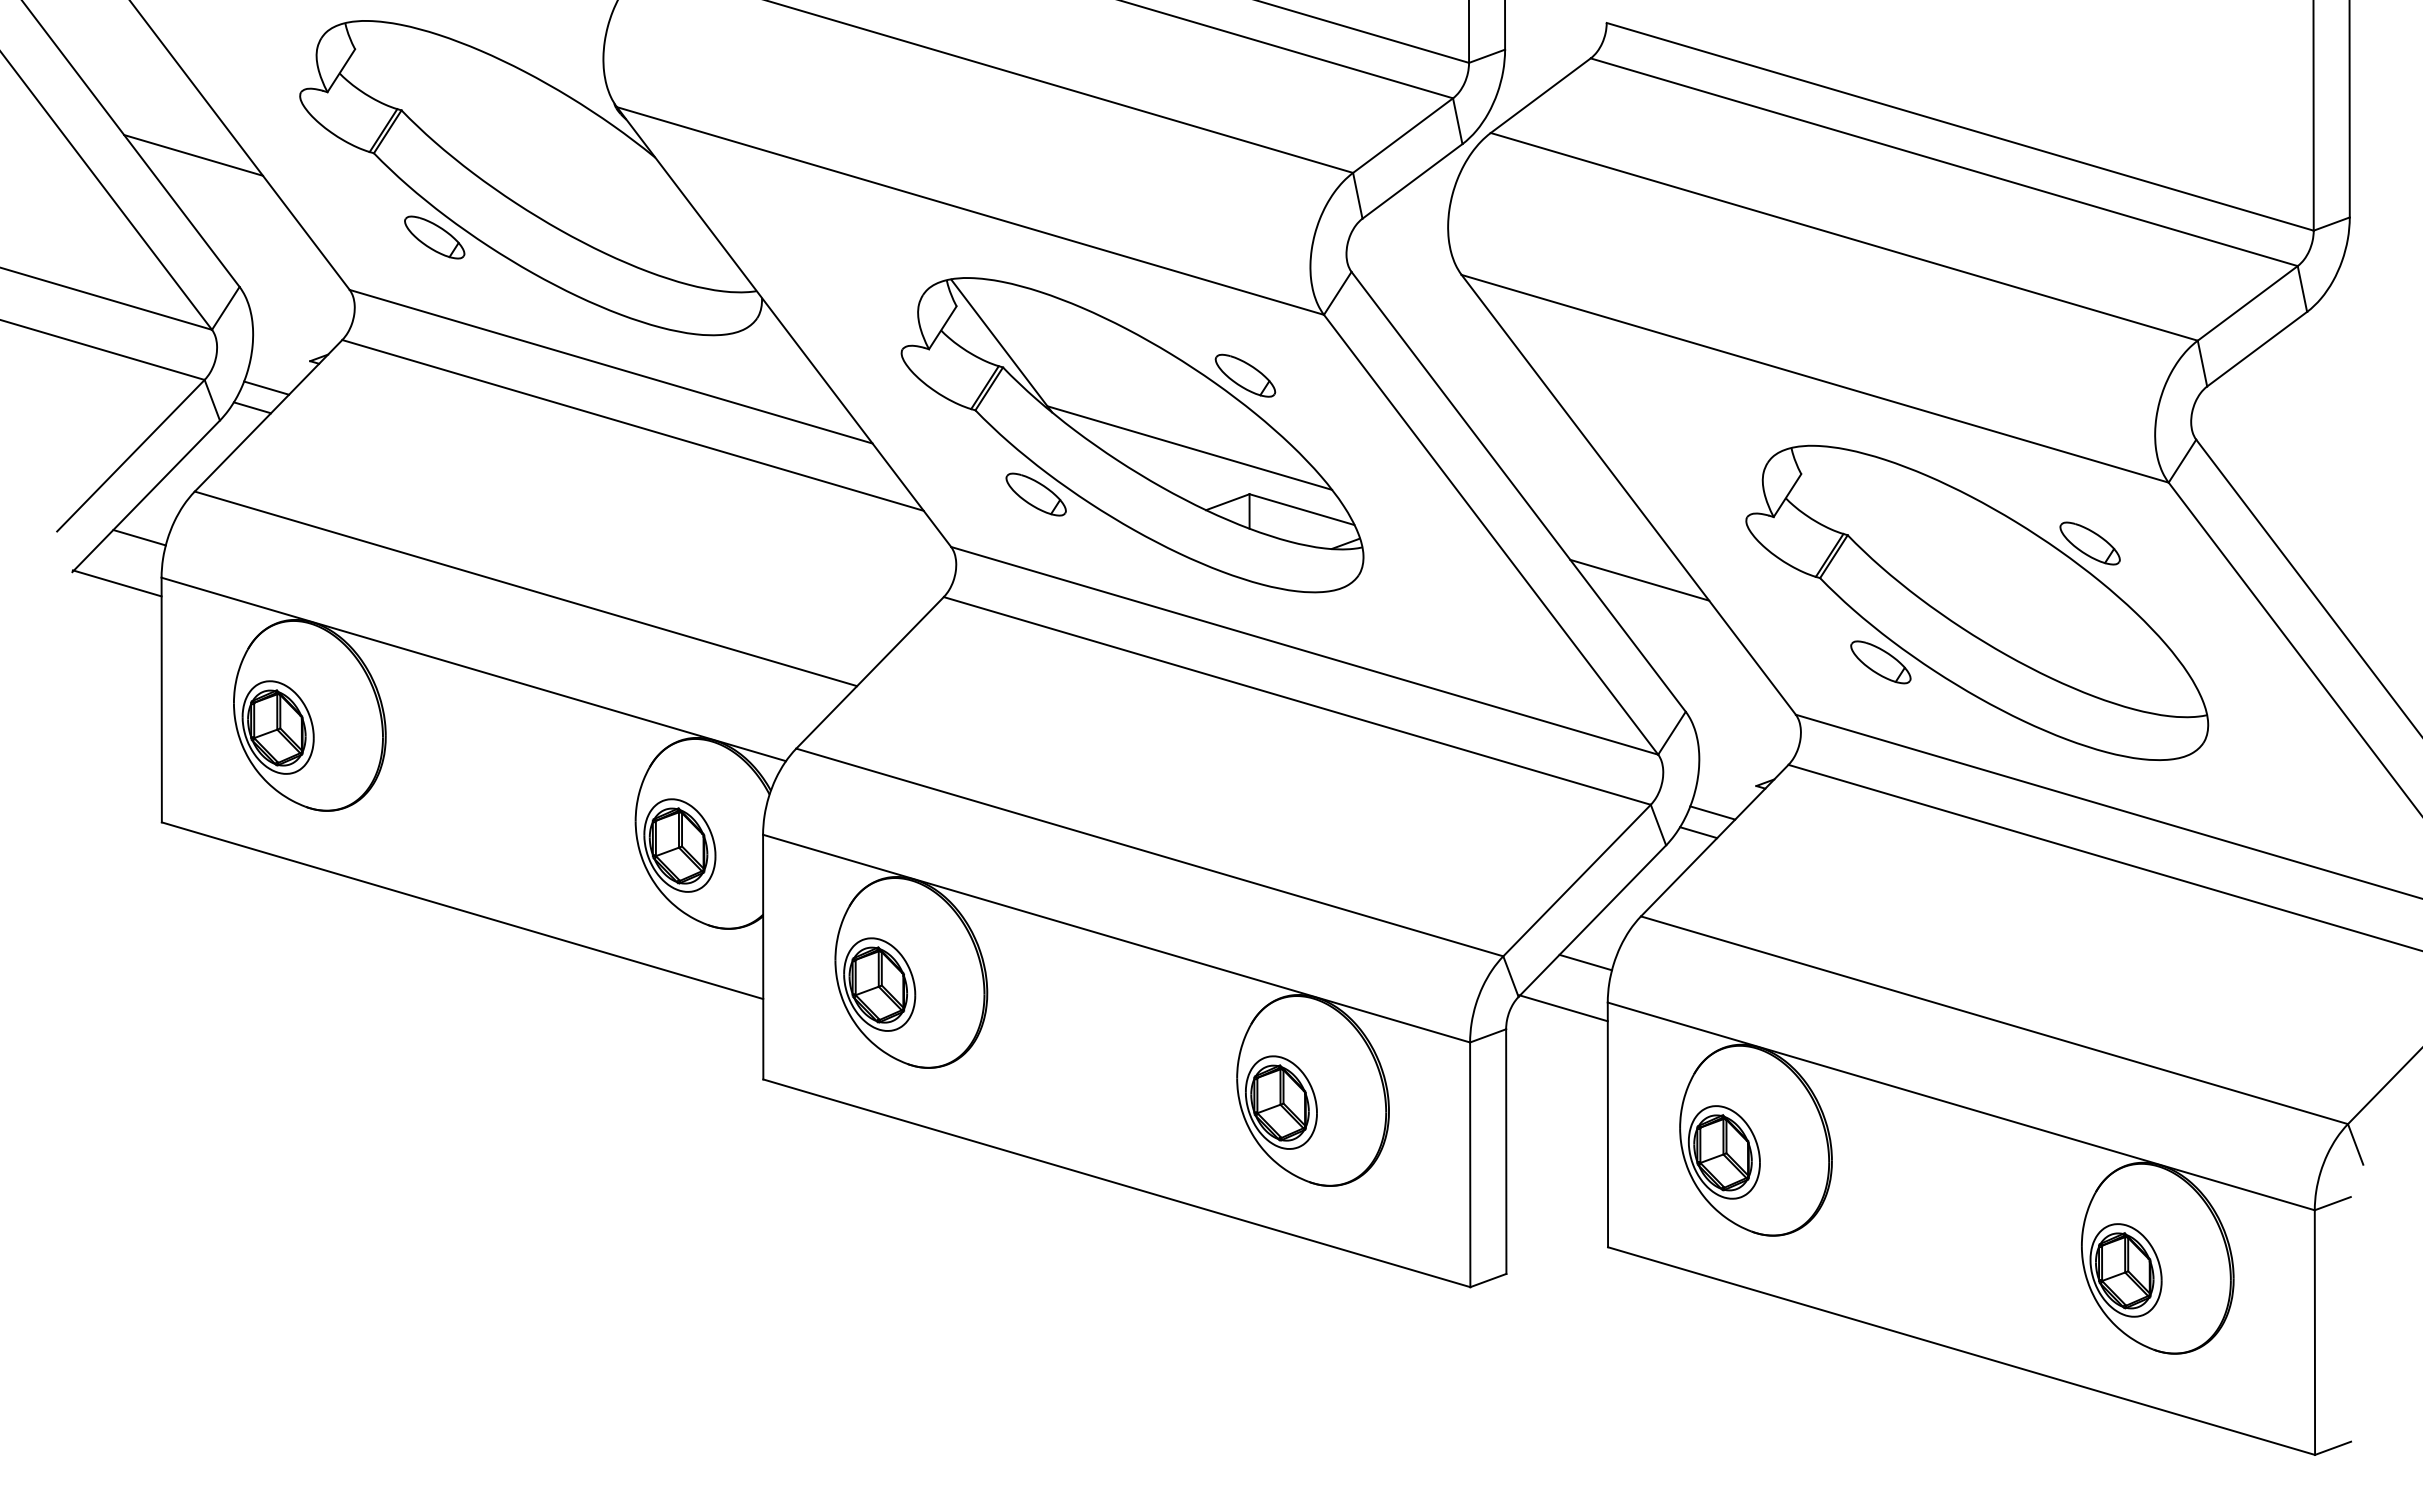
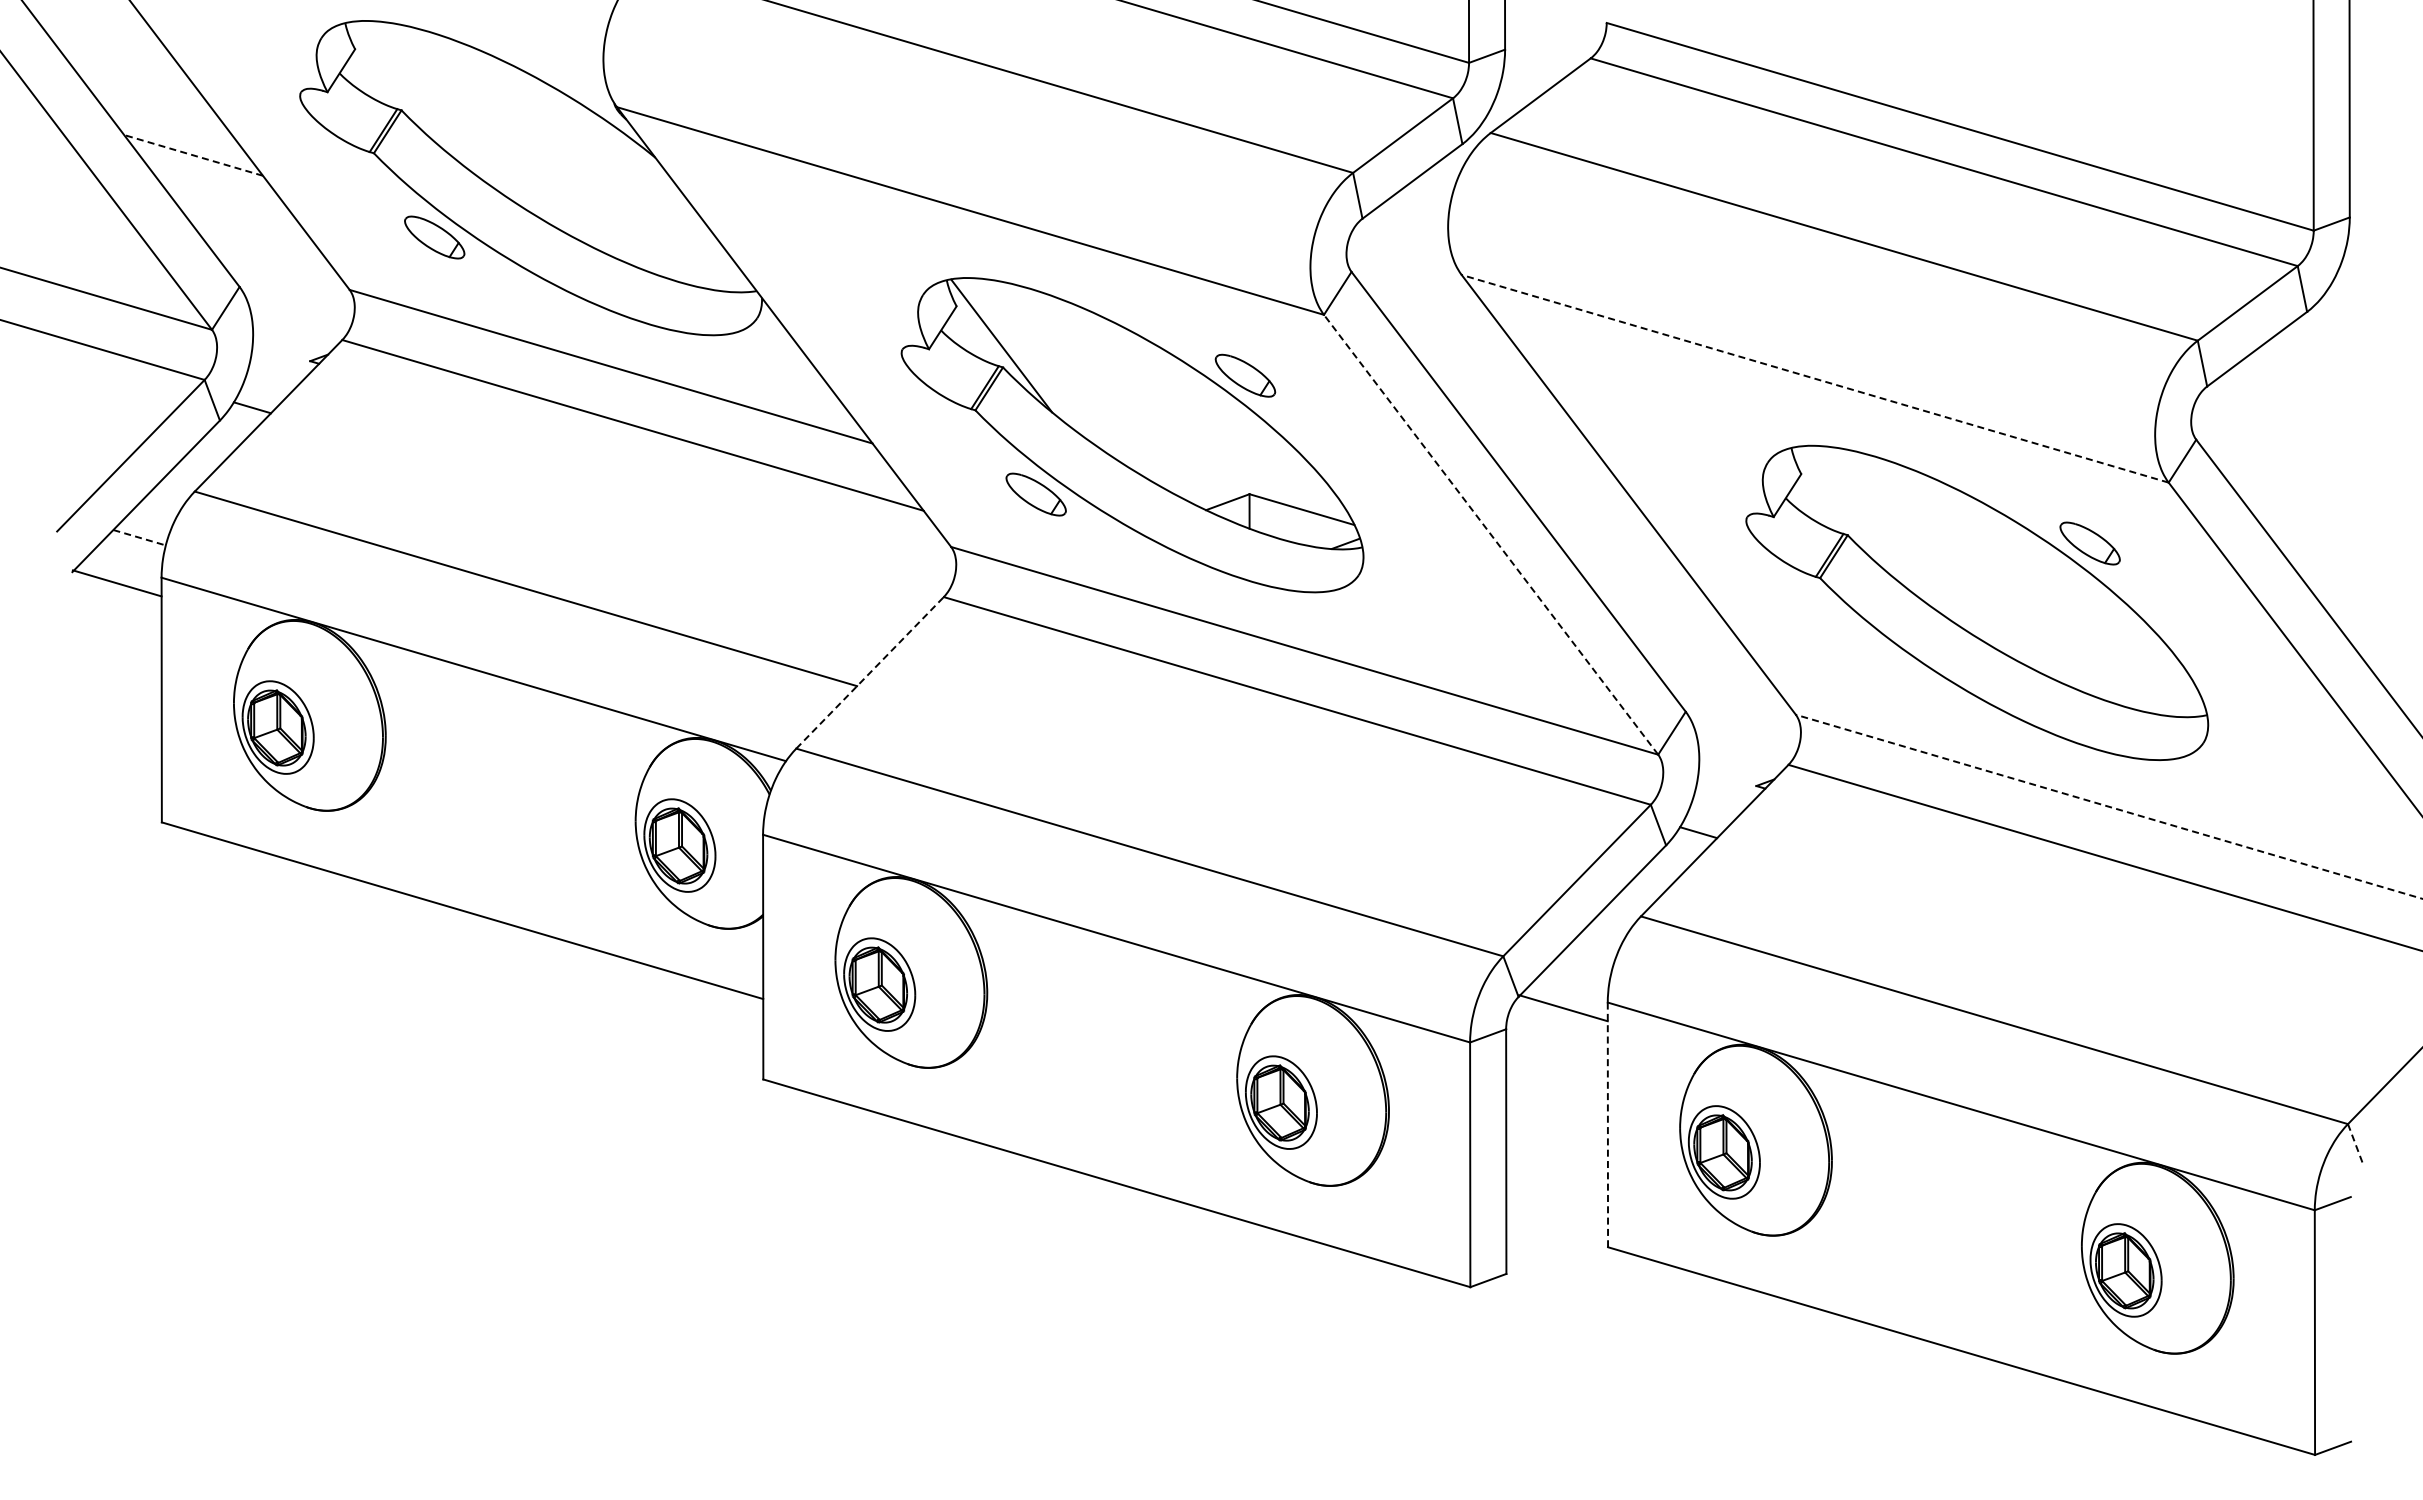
line at (193, 155): solid -> dashed
line at (1814, 378): solid -> dashed
line at (266, 387): present -> none
line at (1189, 447): present -> none
line at (1490, 534): solid -> dashed
line at (140, 537): solid -> dashed
line at (1639, 579): present -> none
part at (1880, 662): present -> none
line at (870, 672): solid -> dashed
line at (2108, 806): solid -> dashed
line at (1712, 812): present -> none
line at (1585, 962): present -> none
line at (1607, 1124): solid -> dashed
line at (2355, 1144): solid -> dashed
